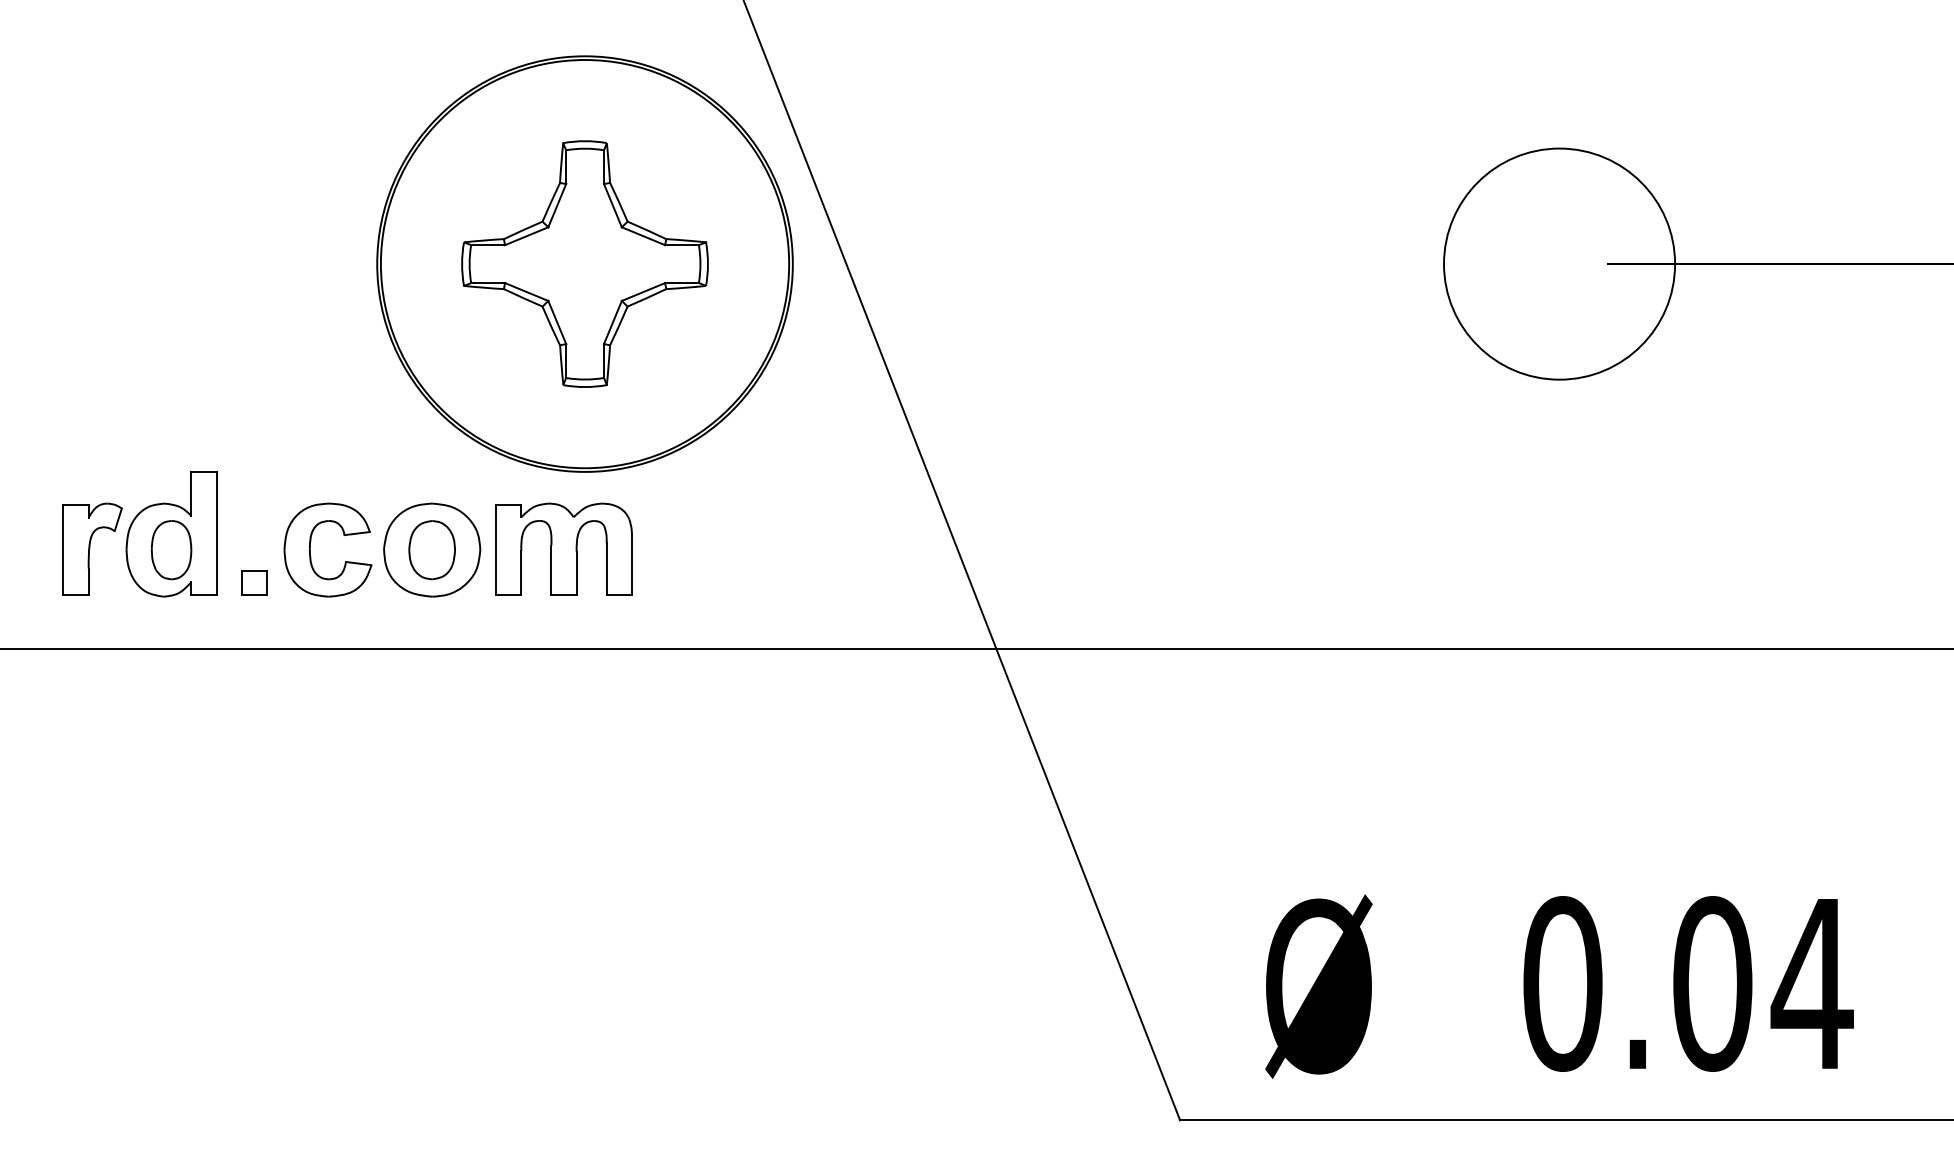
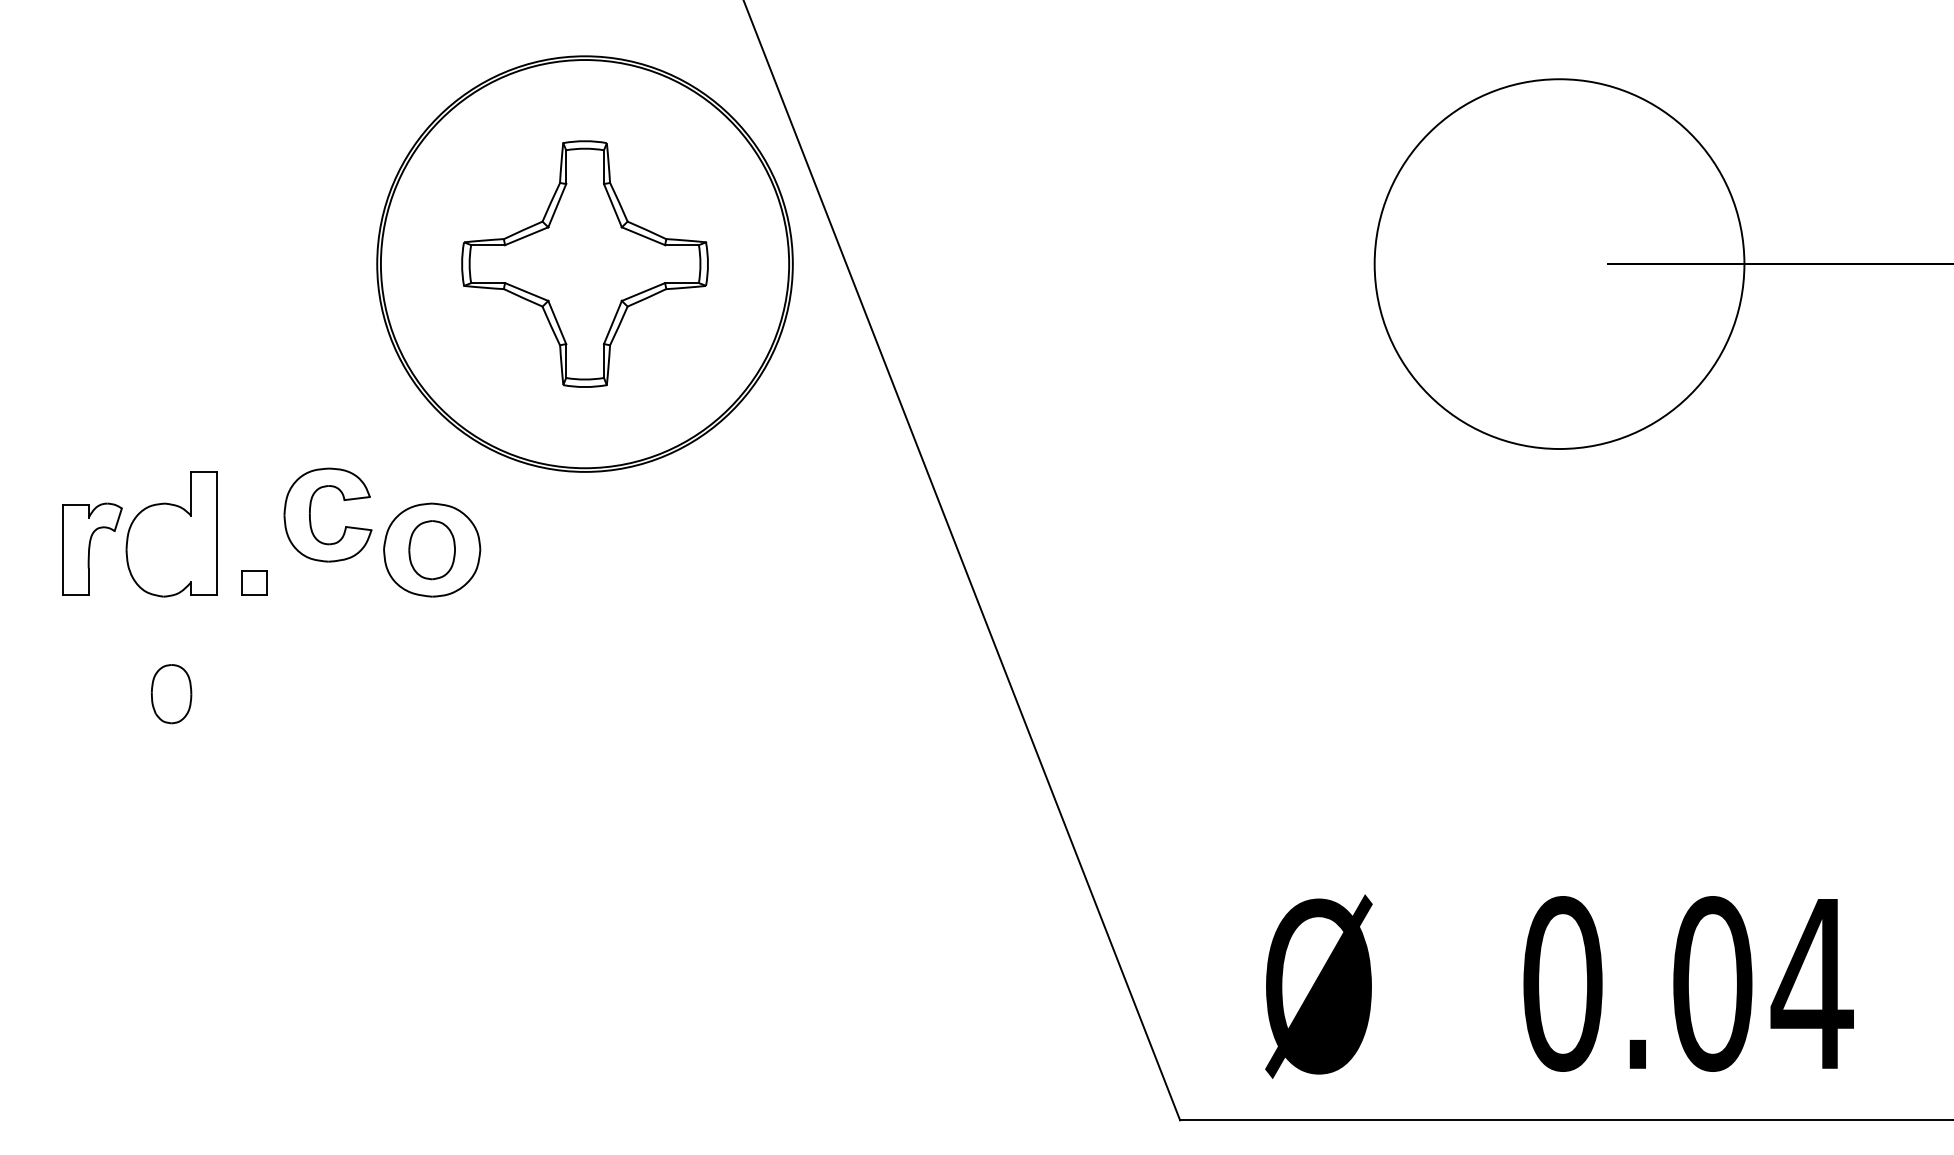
circle at (1559, 263) diameter: 231 px -> 370 px
part at (563, 548): present -> none
part at (310, 549) position: (310, 549) -> (310, 514)
part at (171, 550) position: (171, 550) -> (171, 694)
line at (976, 649): present -> none
